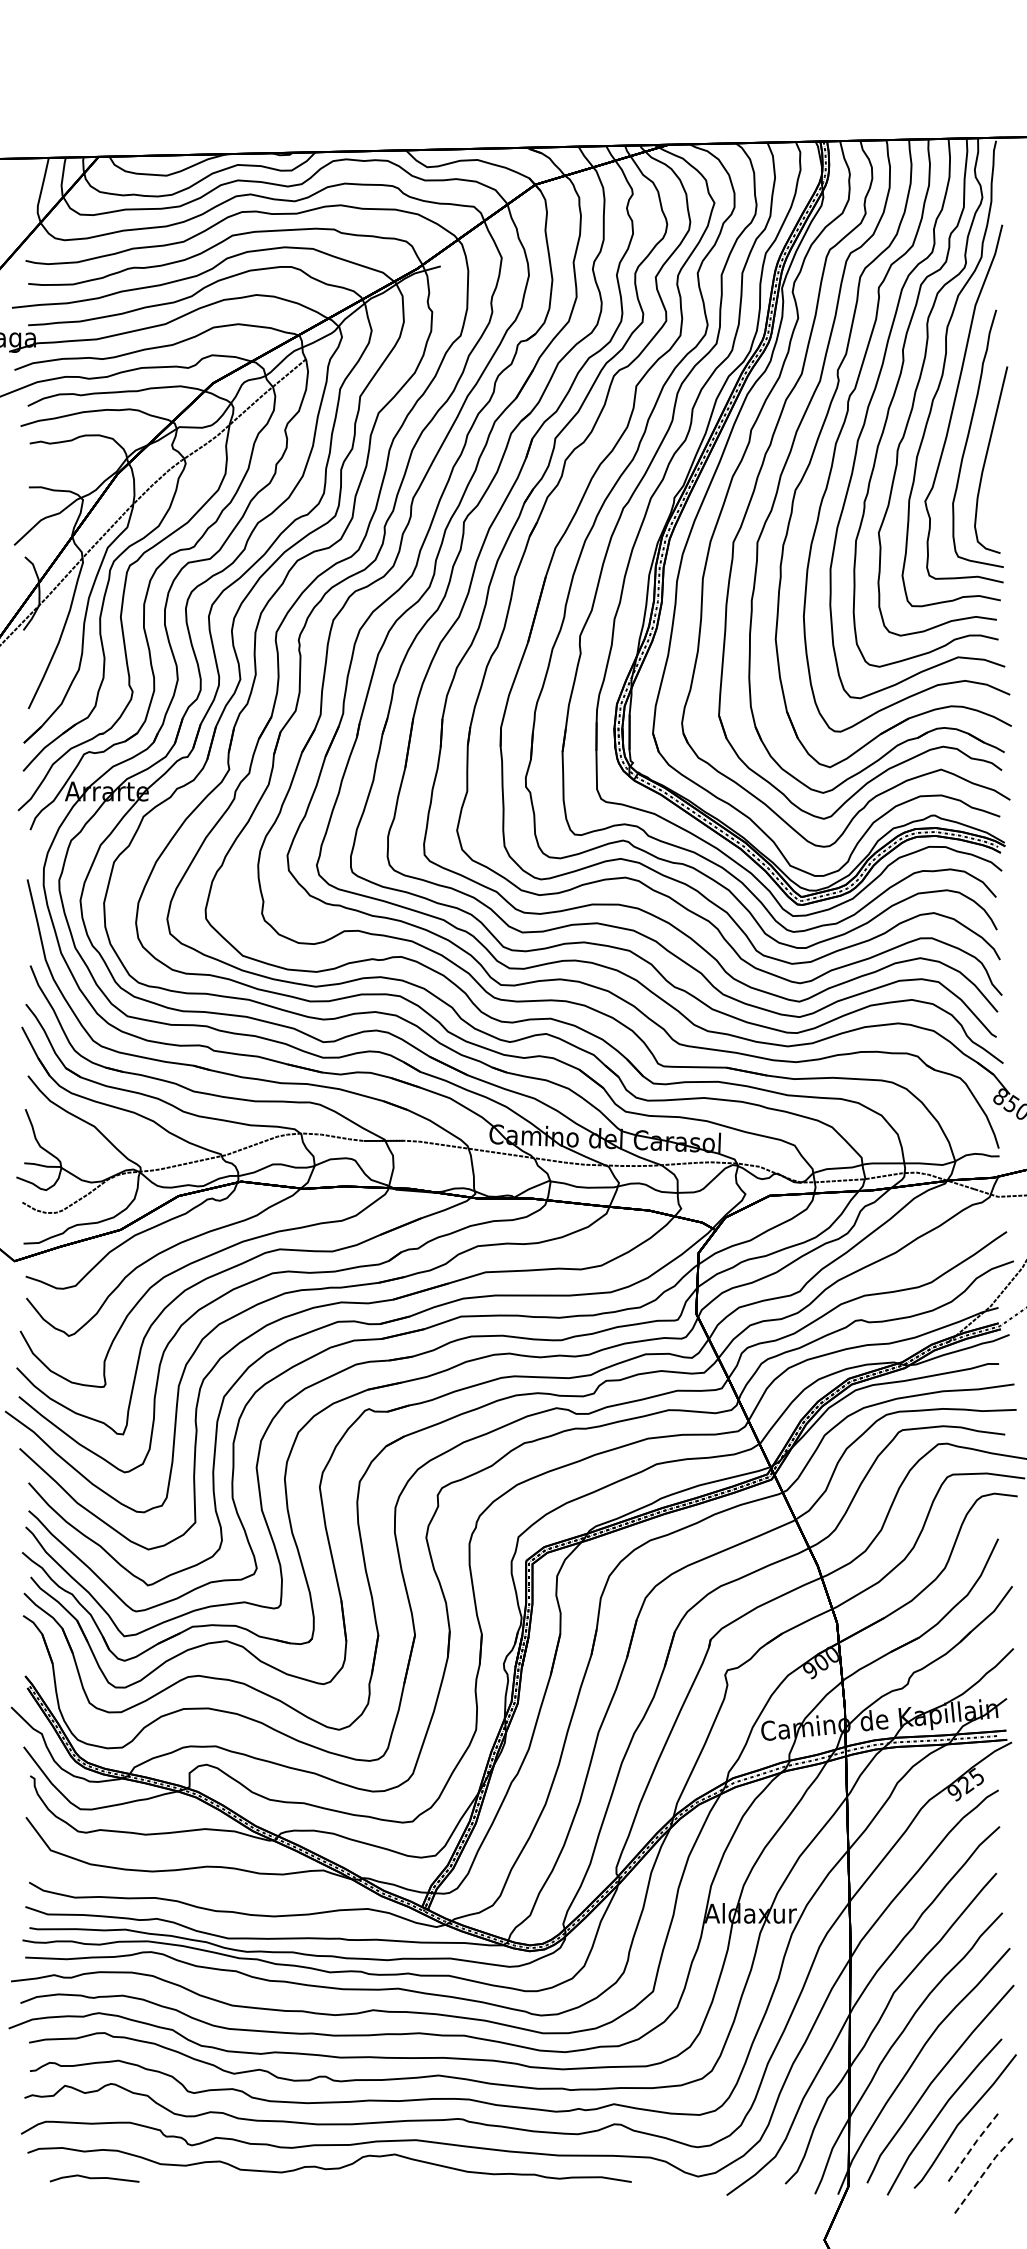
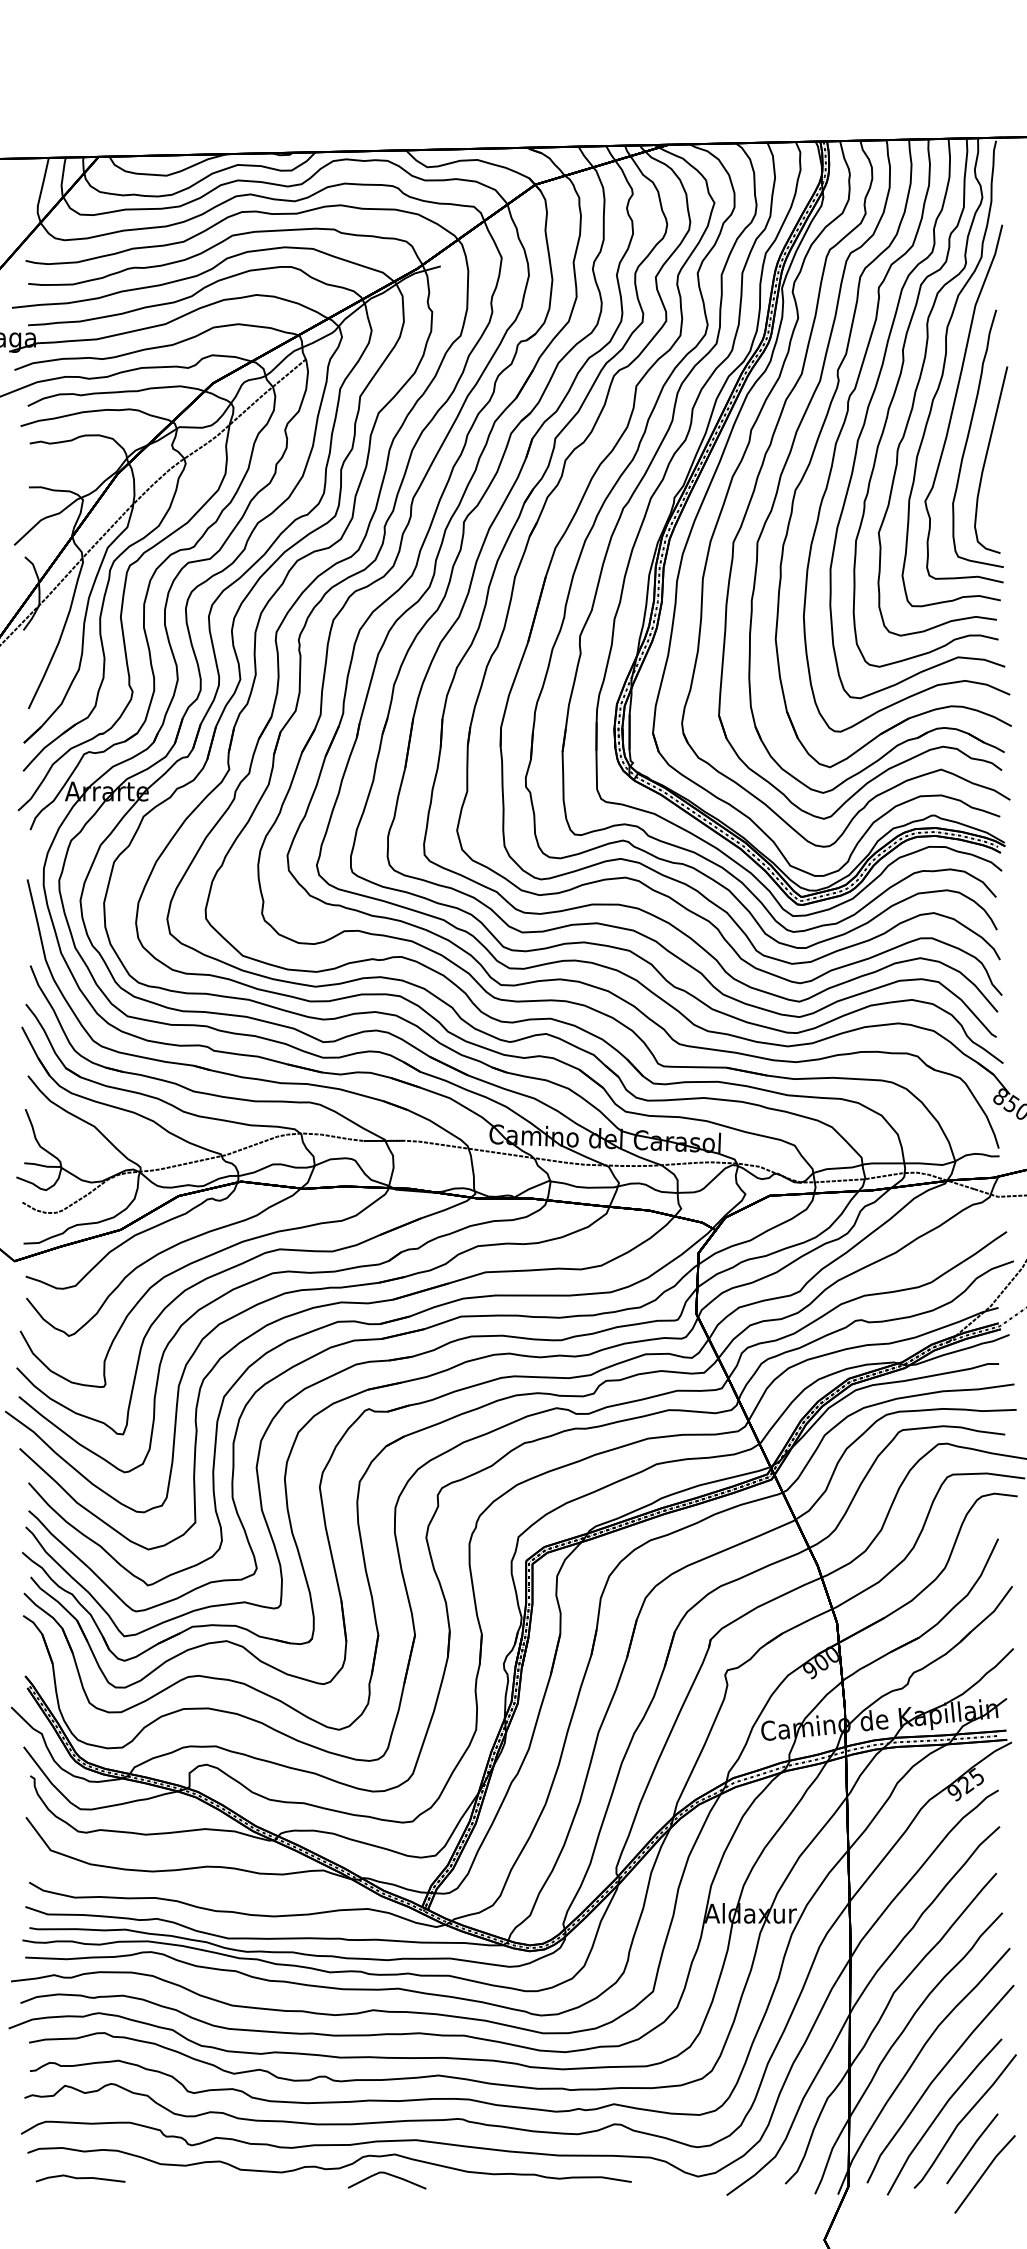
line at (971, 2148): dashed -> solid
line at (984, 2172): dashed -> solid
curve at (388, 2175): none -> present
curve at (94, 2178) position: (94, 2178) -> (80, 2178)
